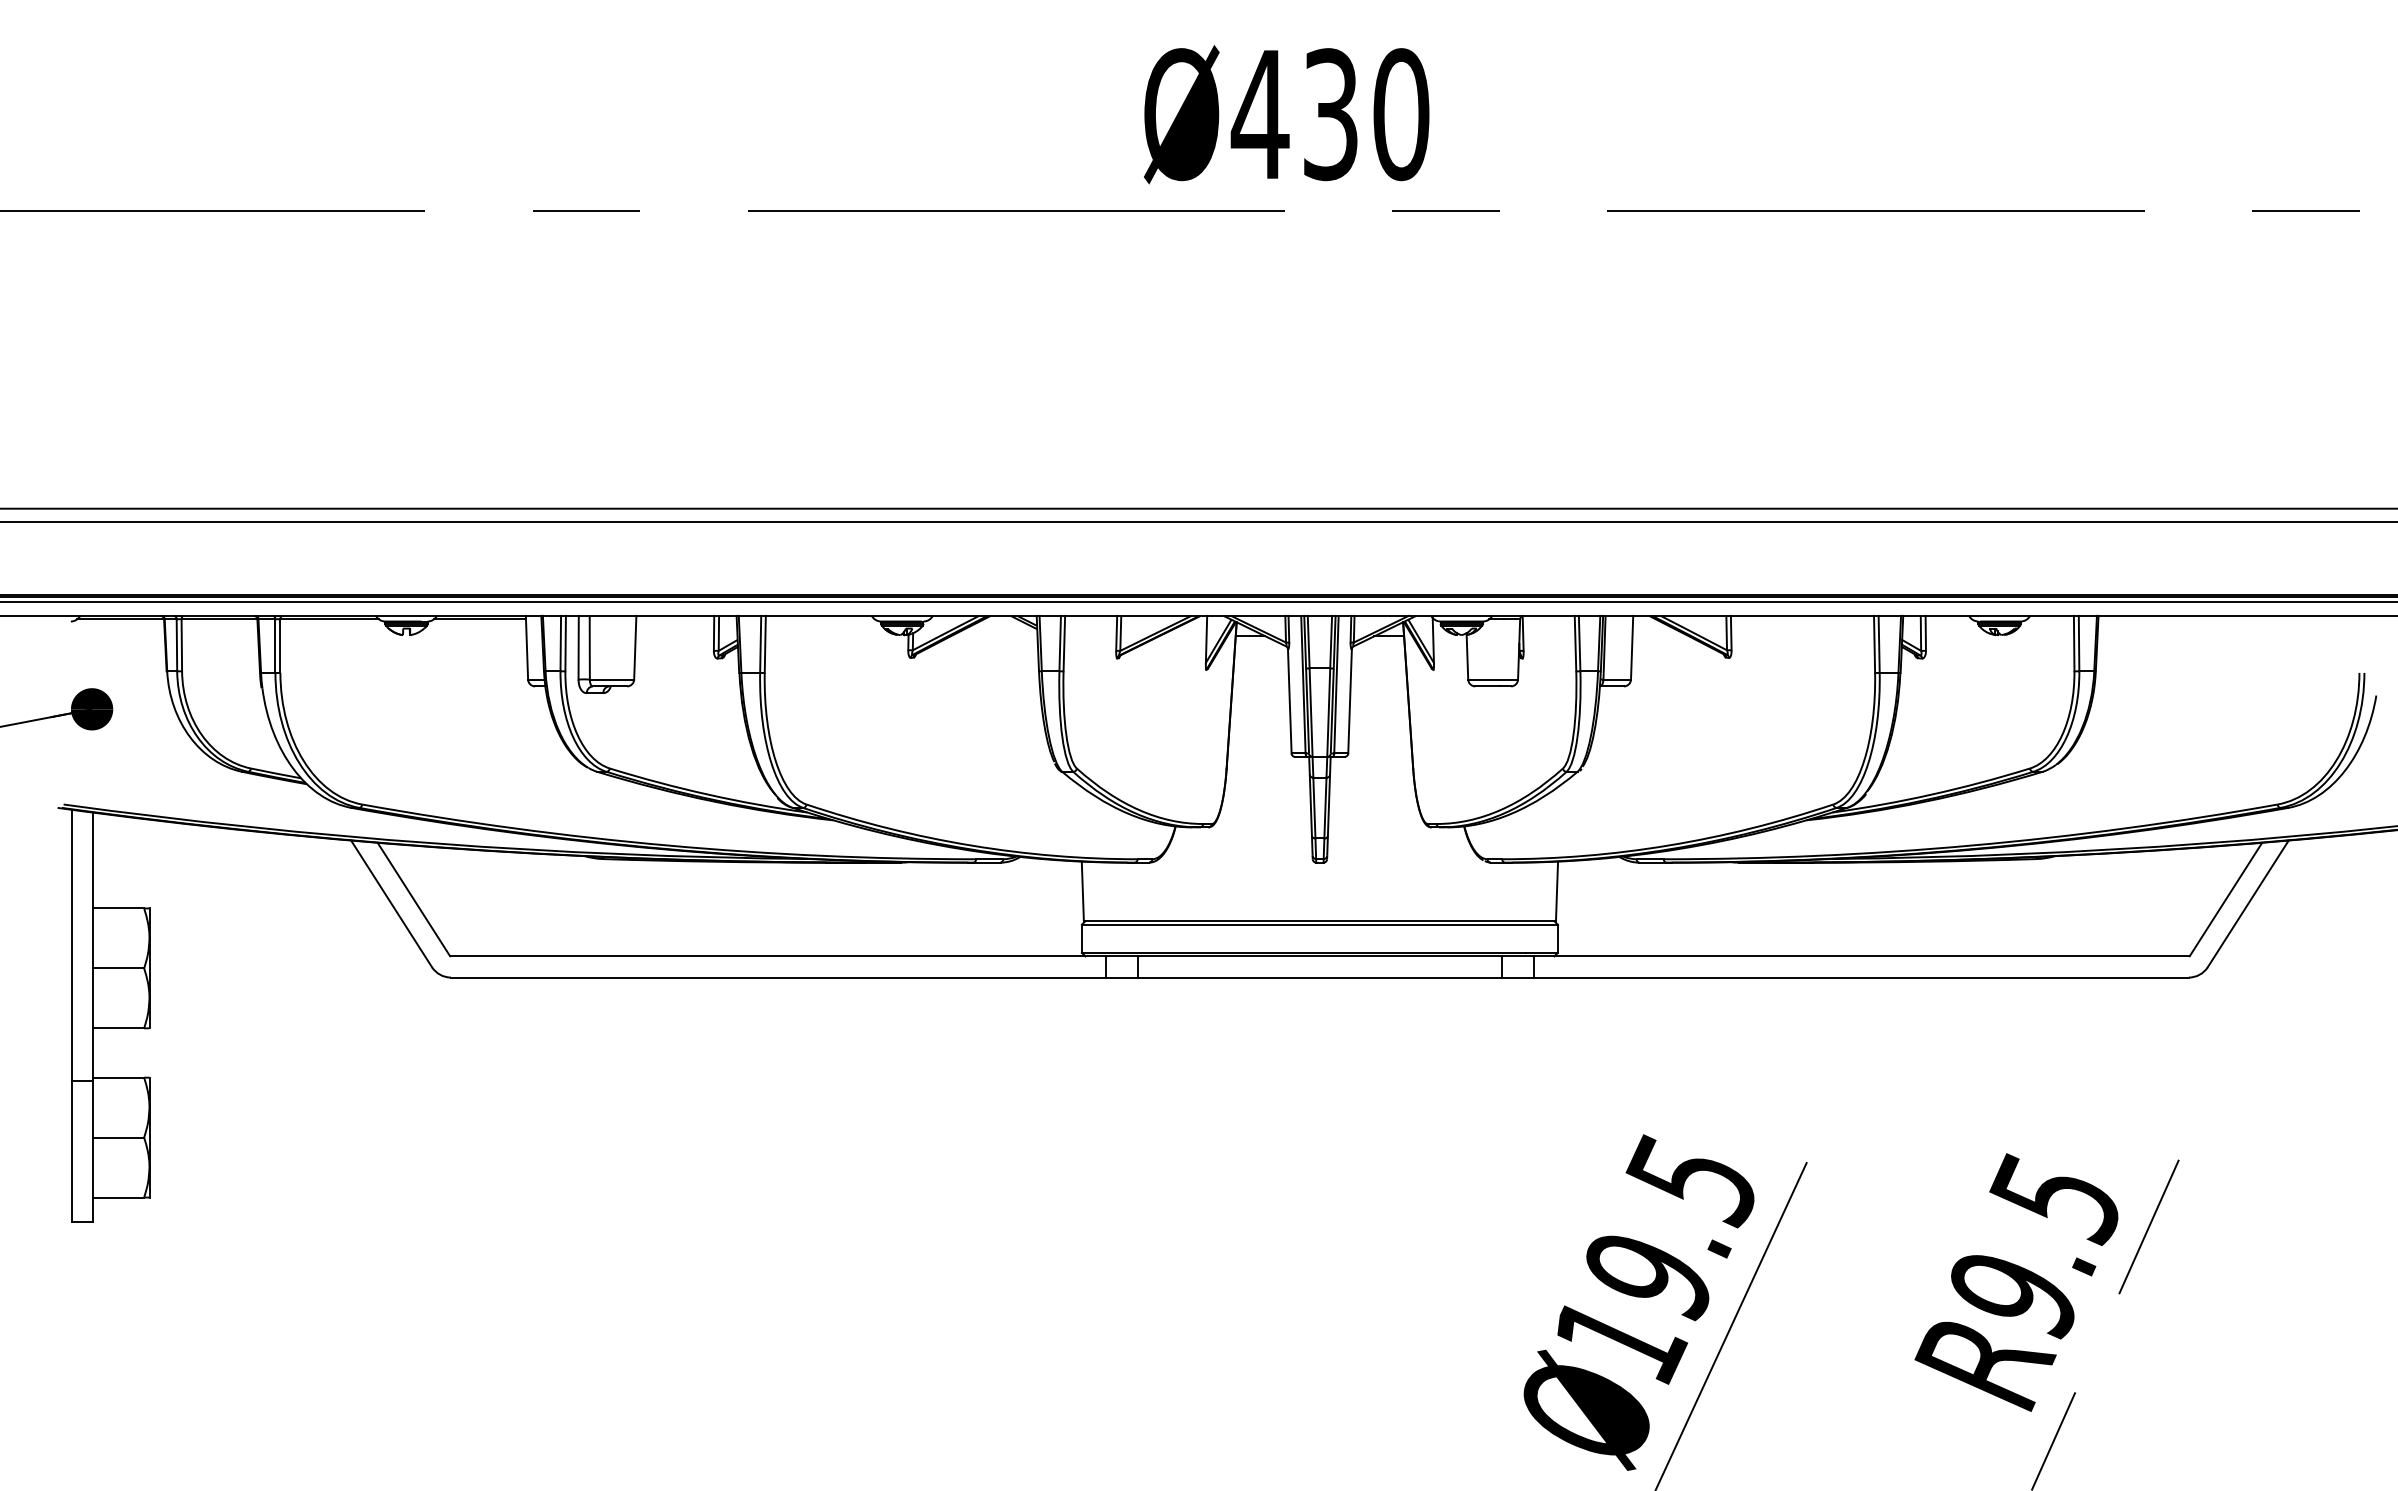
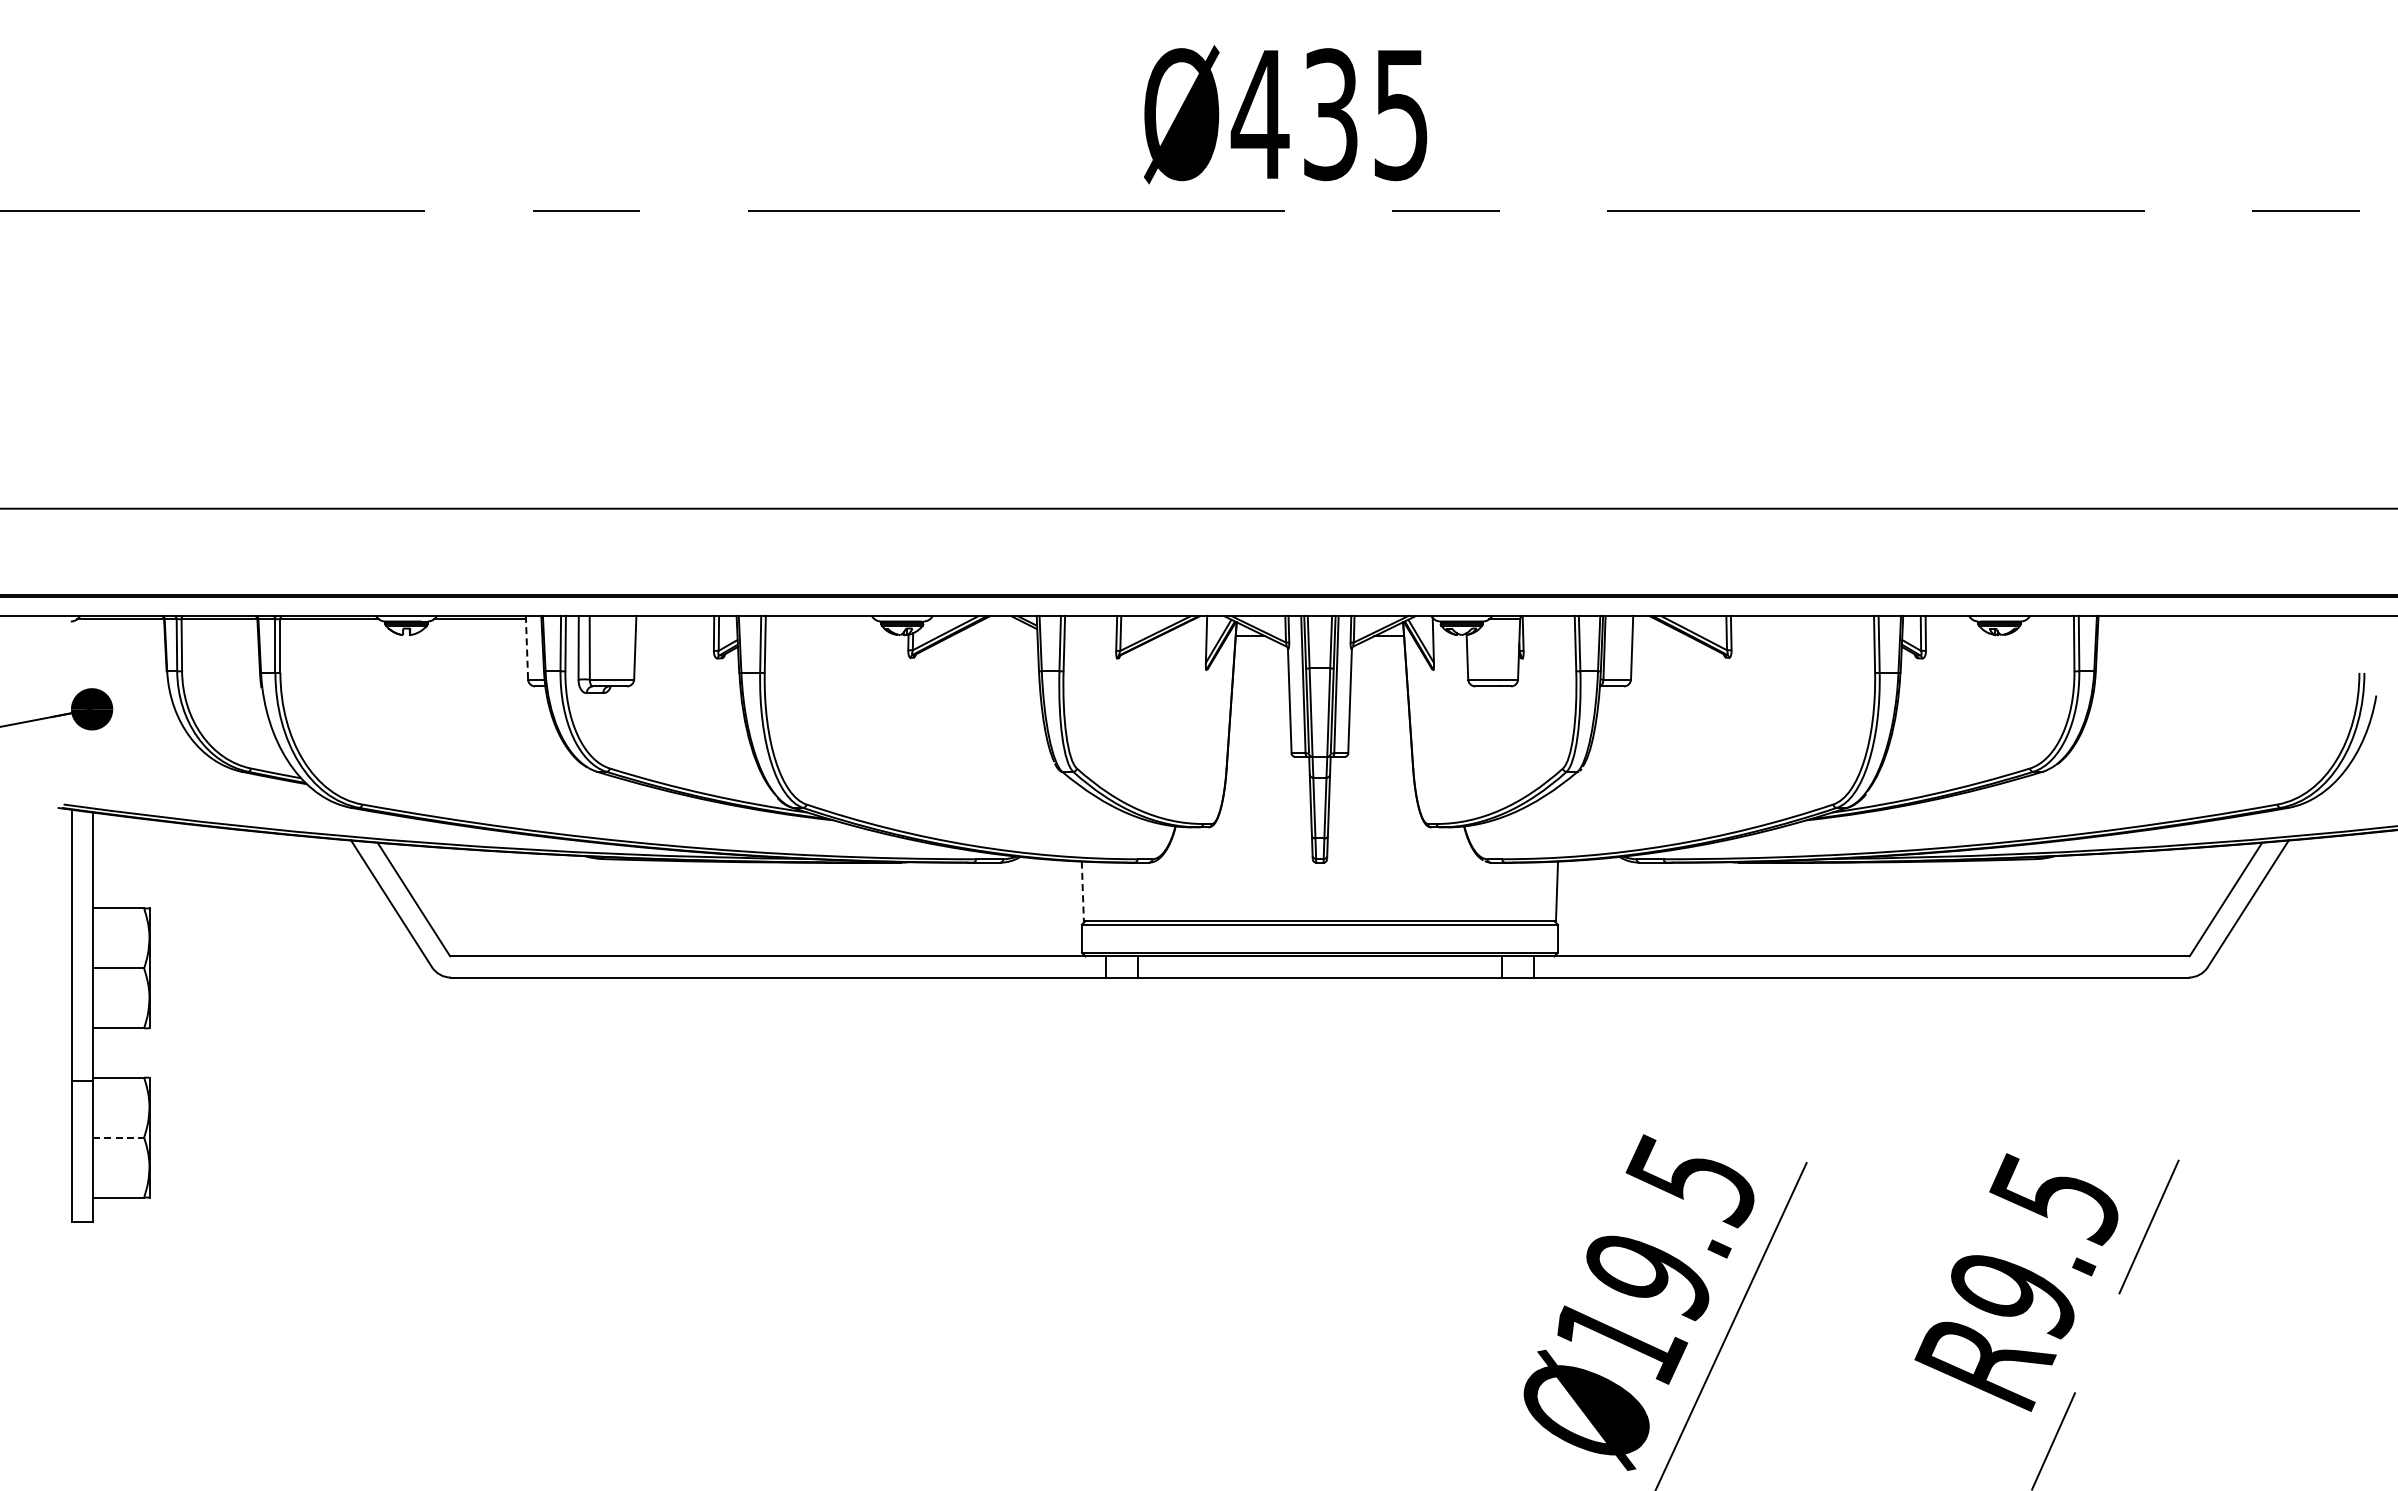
text at (1401, 114): Ø430 -> Ø435
line at (1198, 522): present -> none
line at (1198, 601): present -> none
line at (526, 647): solid -> dashed
line at (1082, 891): solid -> dashed
line at (118, 1137): solid -> dashed
